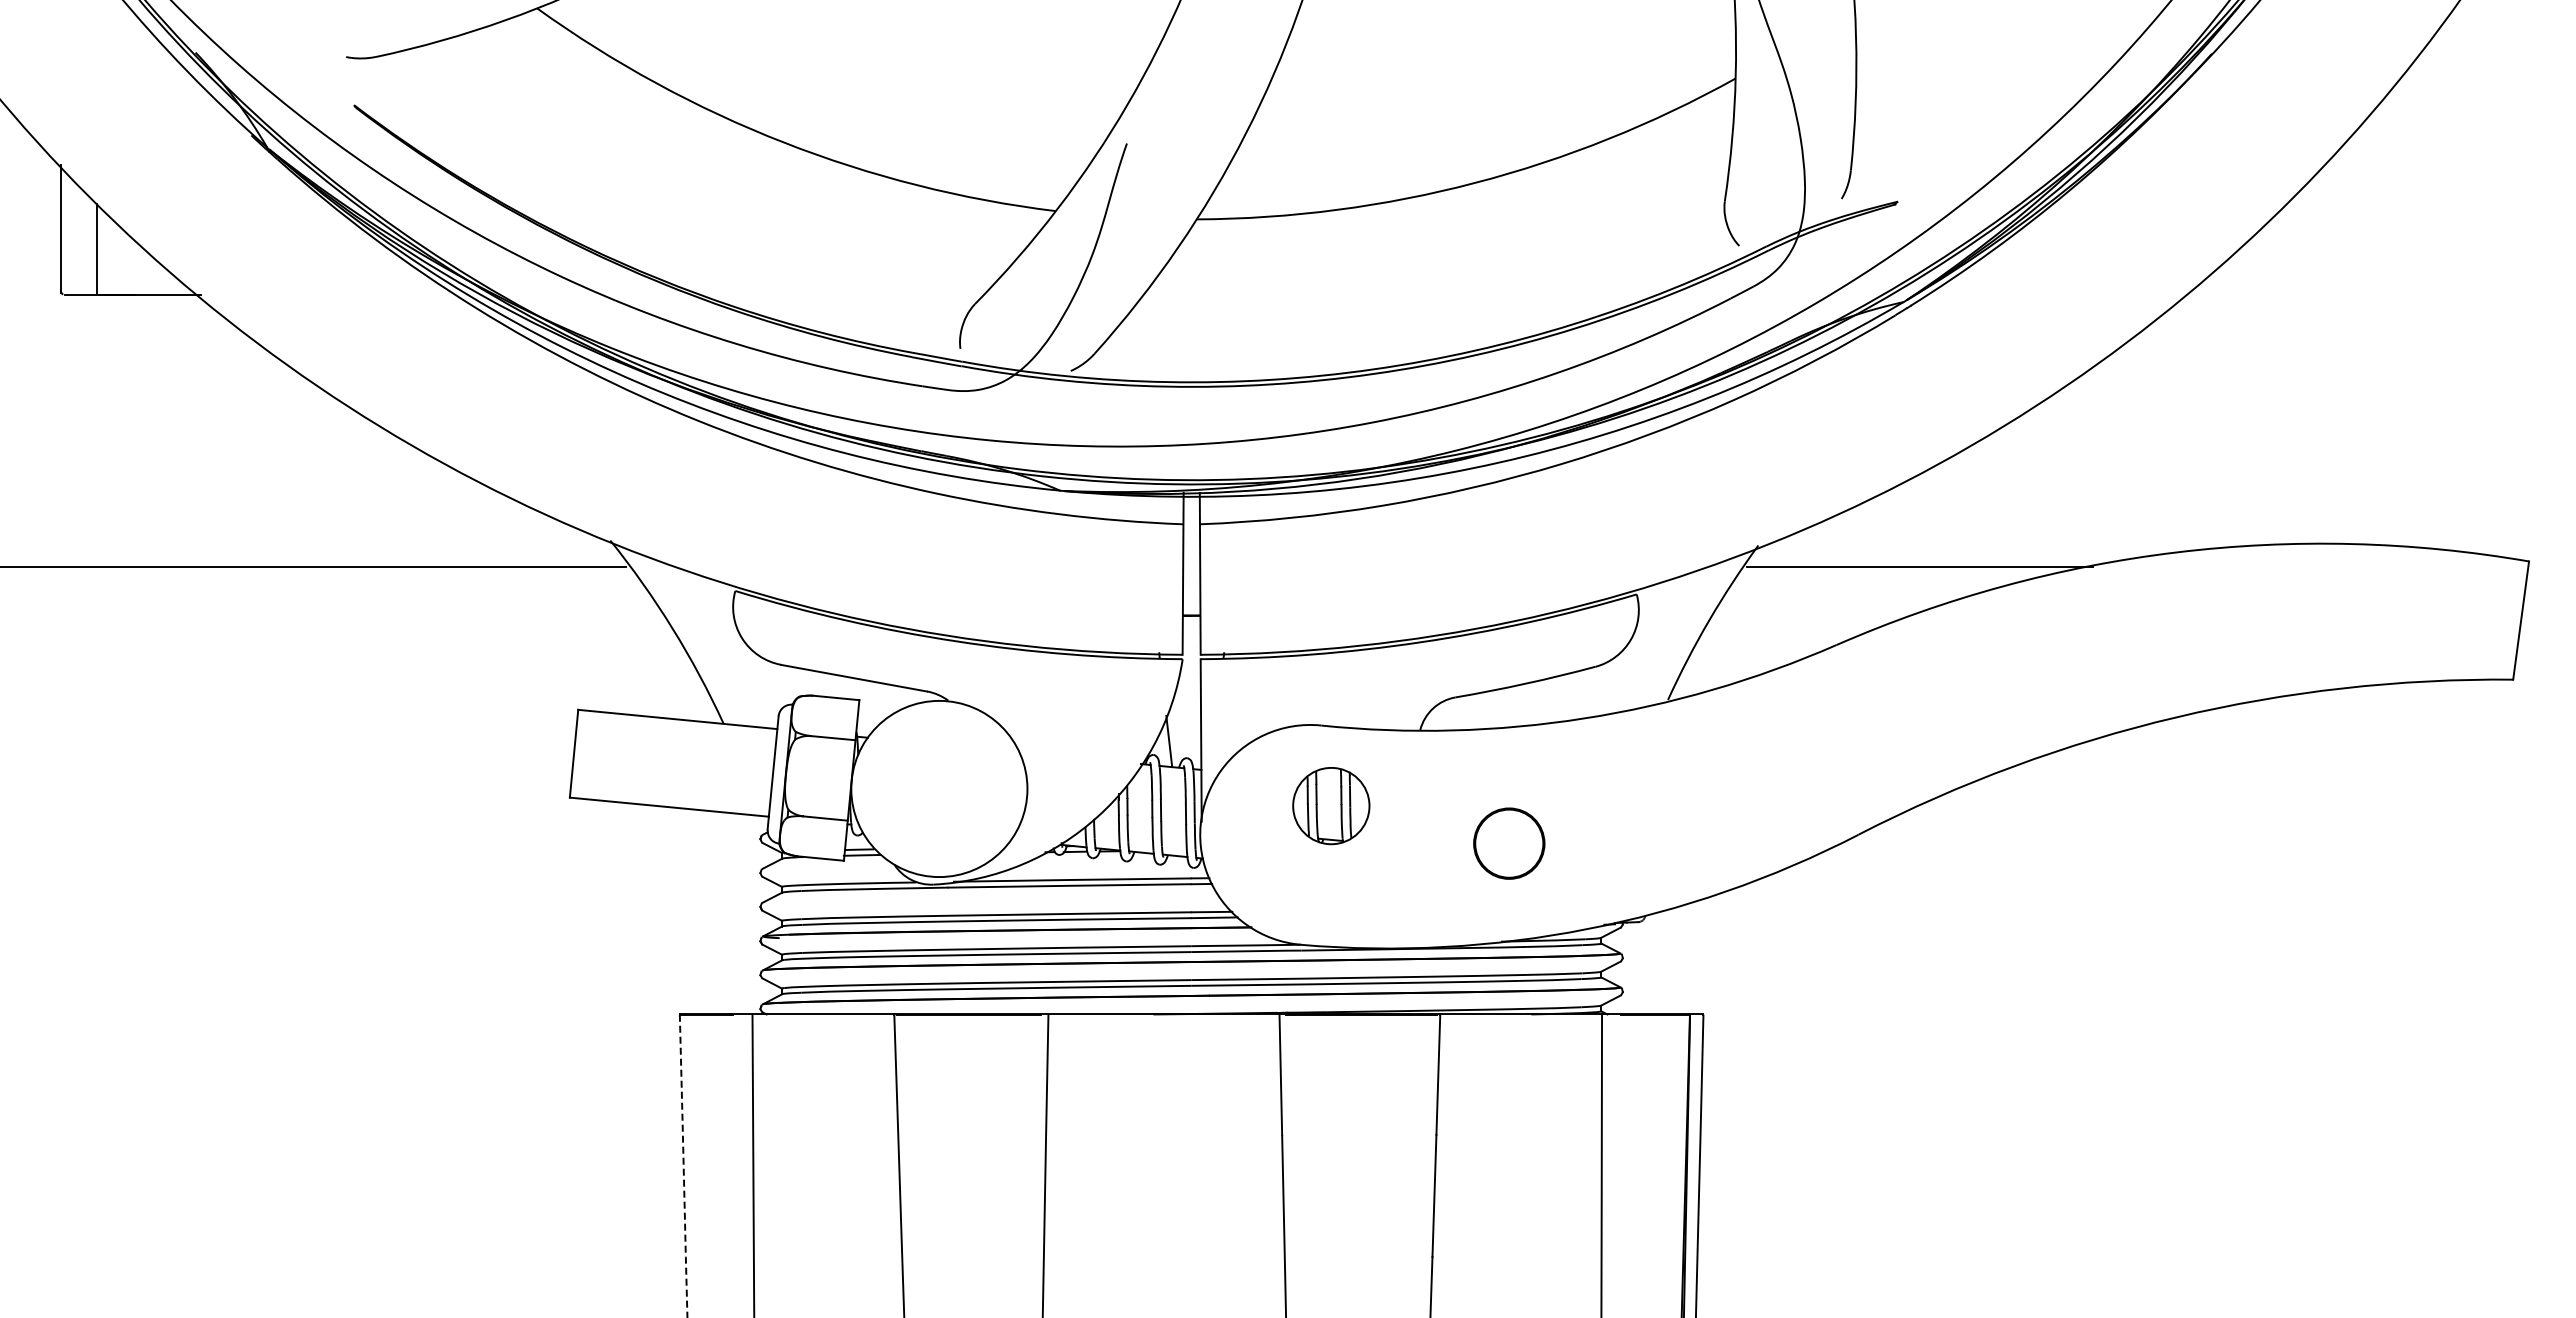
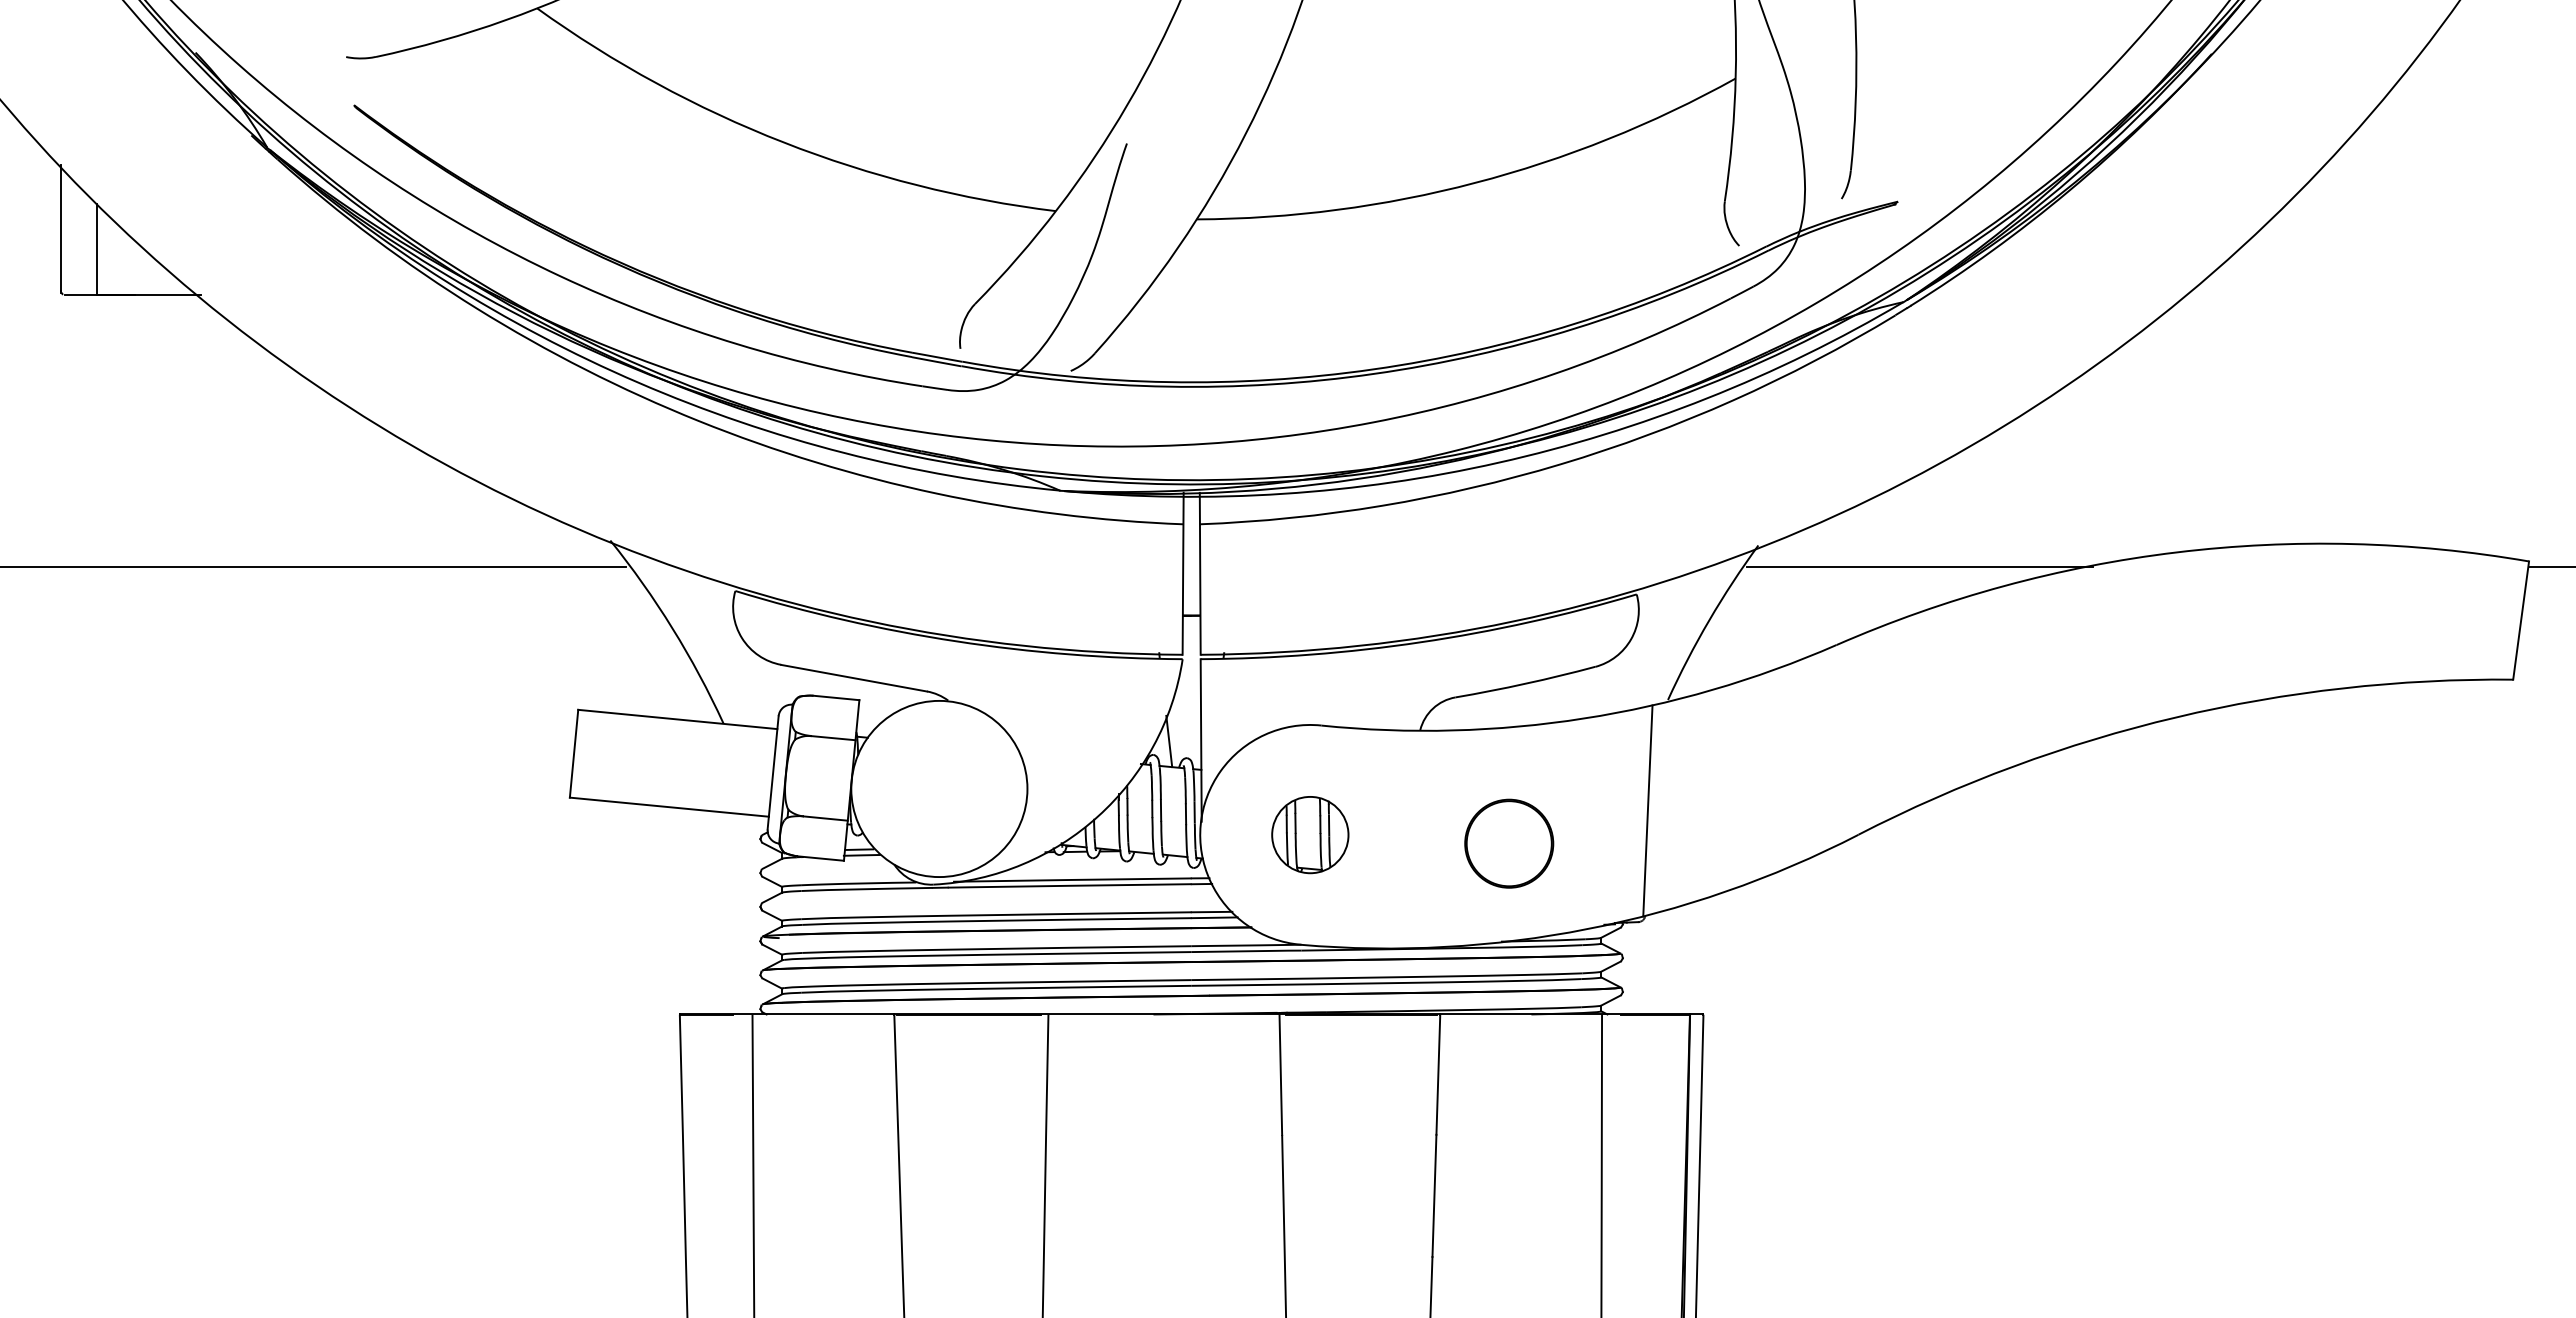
line at (2550, 566): none -> present
part at (1331, 806) position: (1331, 806) -> (1310, 835)
line at (1647, 810): none -> present
part at (1509, 843) size: 73x73 px -> 91x91 px
line at (683, 1166): dashed -> solid
